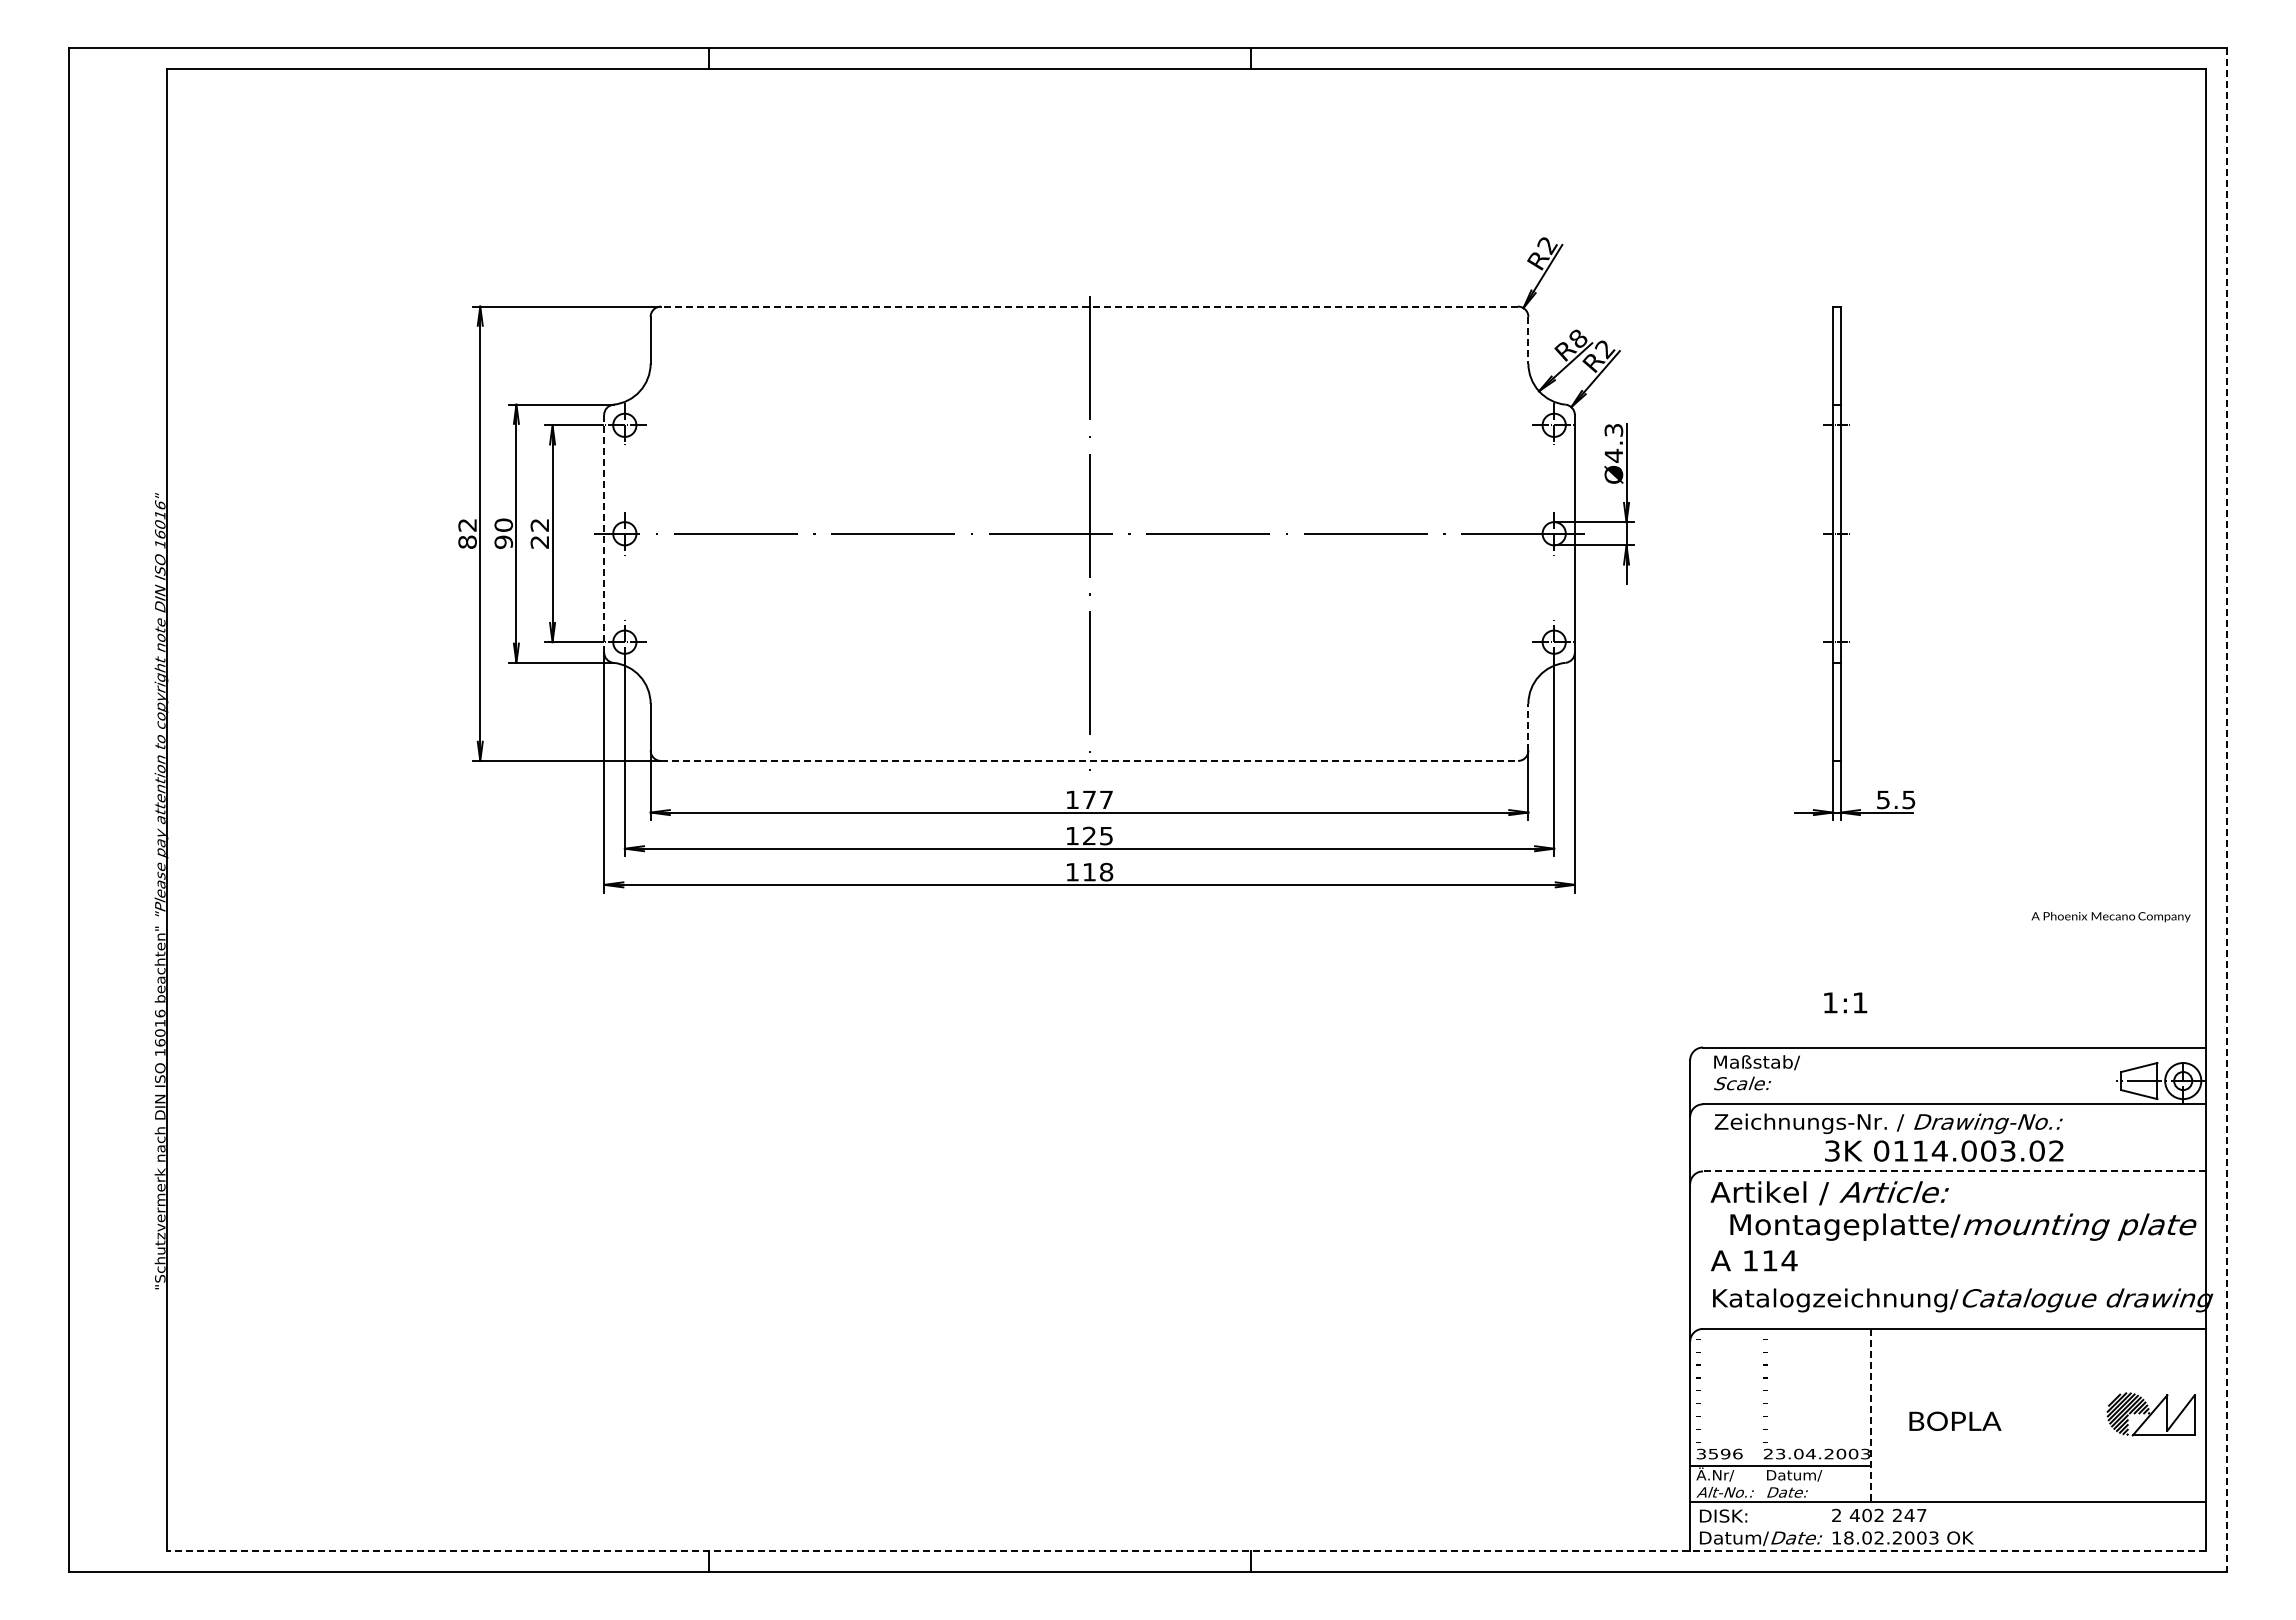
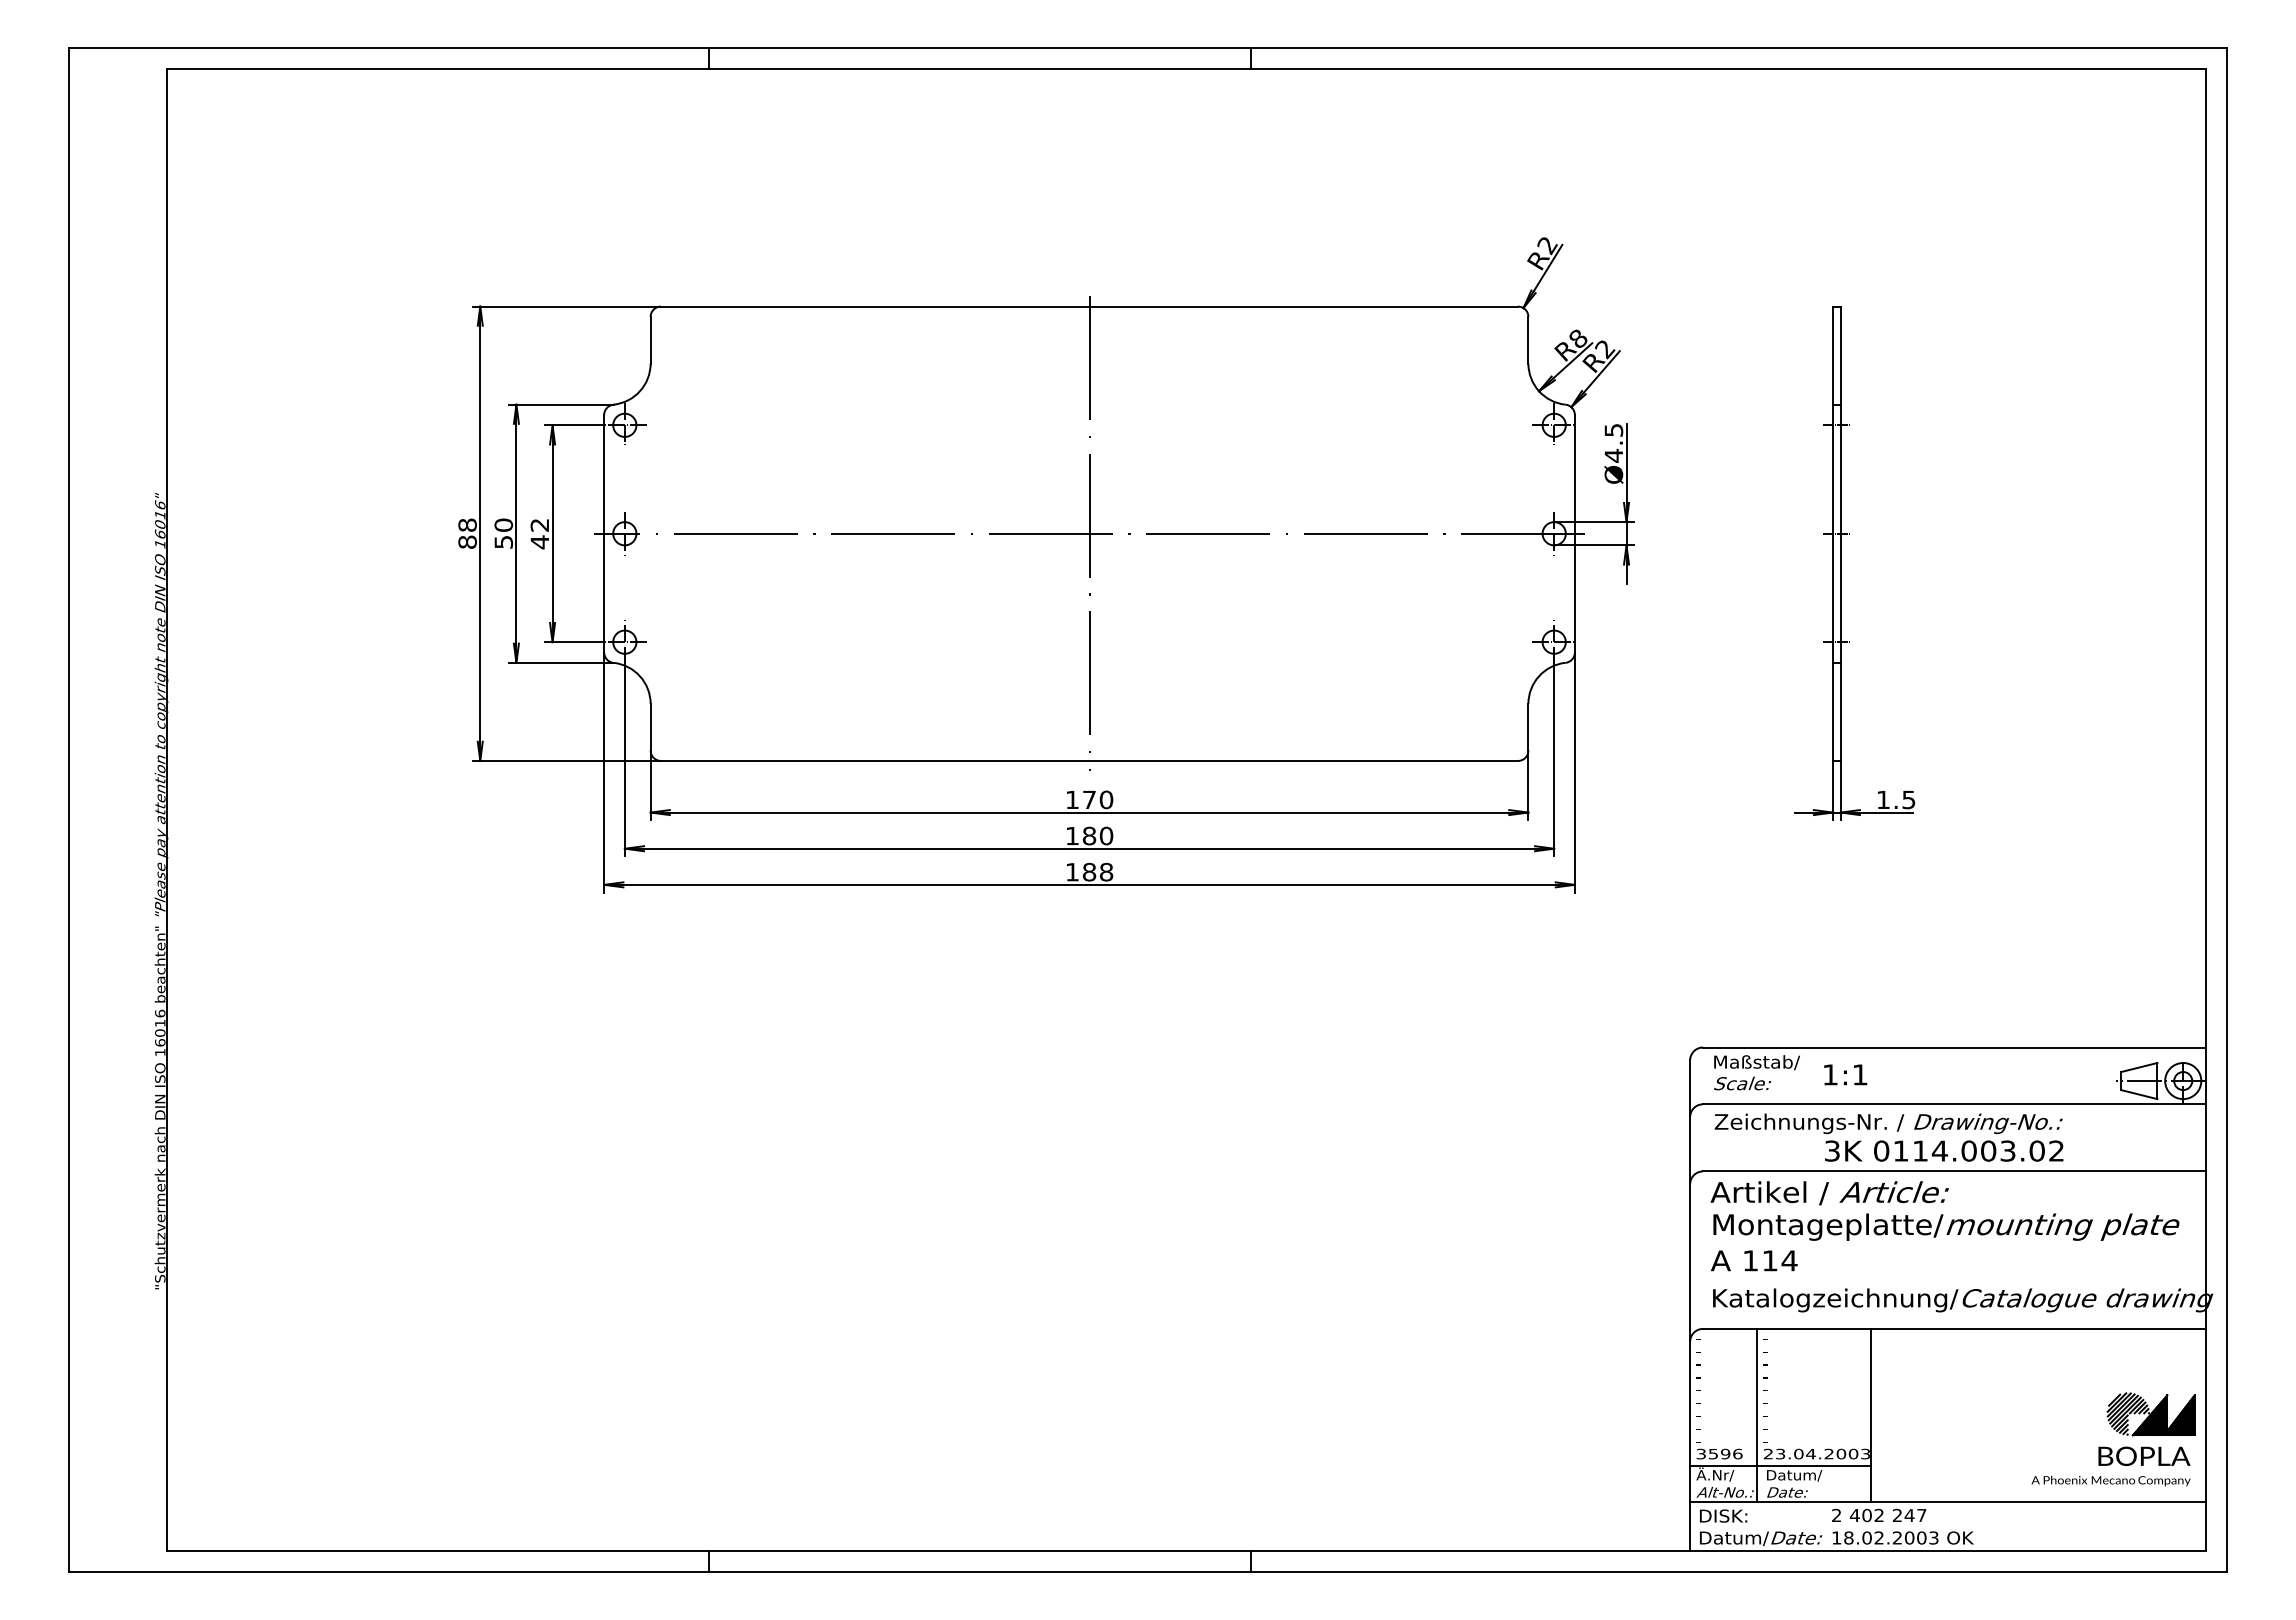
line at (1089, 306): dashed -> solid
line at (1528, 340): dashed -> solid
text at (1613, 430): Ø4.3 -> Ø4.5
text at (467, 524): 82 -> 88
line at (604, 533): dashed -> solid
text at (503, 541): 90 -> 50
text at (539, 542): 22 -> 42
line at (1528, 726): dashed -> solid
line at (1089, 760): dashed -> solid
text at (1106, 799): 177 -> 170
text at (1883, 799): 5.5 -> 1.5
line at (2227, 810): dashed -> solid
text at (1097, 835): 125 -> 180
text at (1089, 871): 118 -> 188
text at (2110, 917) position: (2110, 917) -> (2110, 1481)
text at (1845, 1002) position: (1845, 1002) -> (1845, 1074)
line at (1954, 1171): dashed -> solid
text at (1963, 1226) position: (1963, 1226) -> (1946, 1226)
line at (1757, 1414): none -> present
line at (1870, 1415): dashed -> solid
hatch at (2163, 1415): none -> present
text at (1955, 1420) position: (1955, 1420) -> (2144, 1455)
line at (1186, 1550): dashed -> solid
